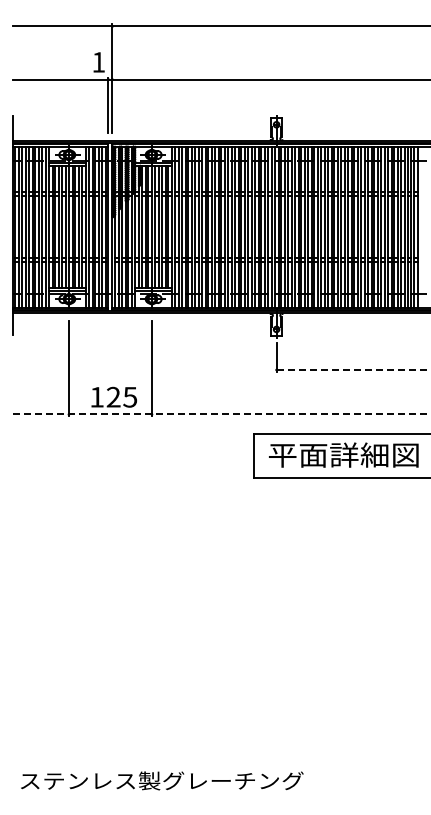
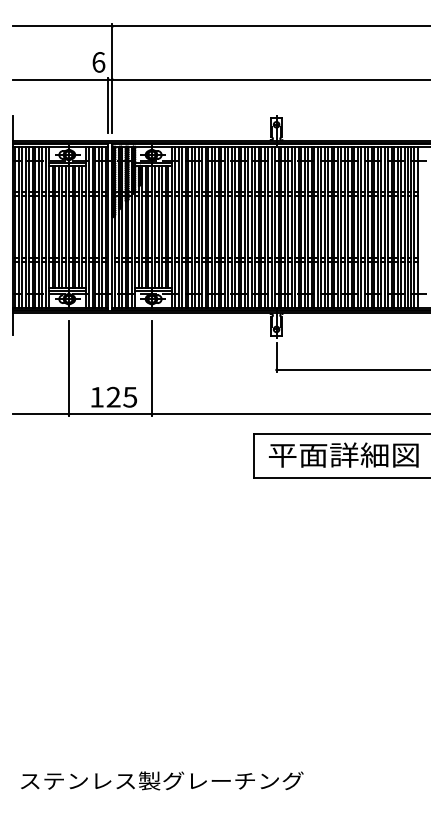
text at (98, 62): 1 -> 6
line at (353, 369): dashed -> solid
line at (221, 414): dashed -> solid
